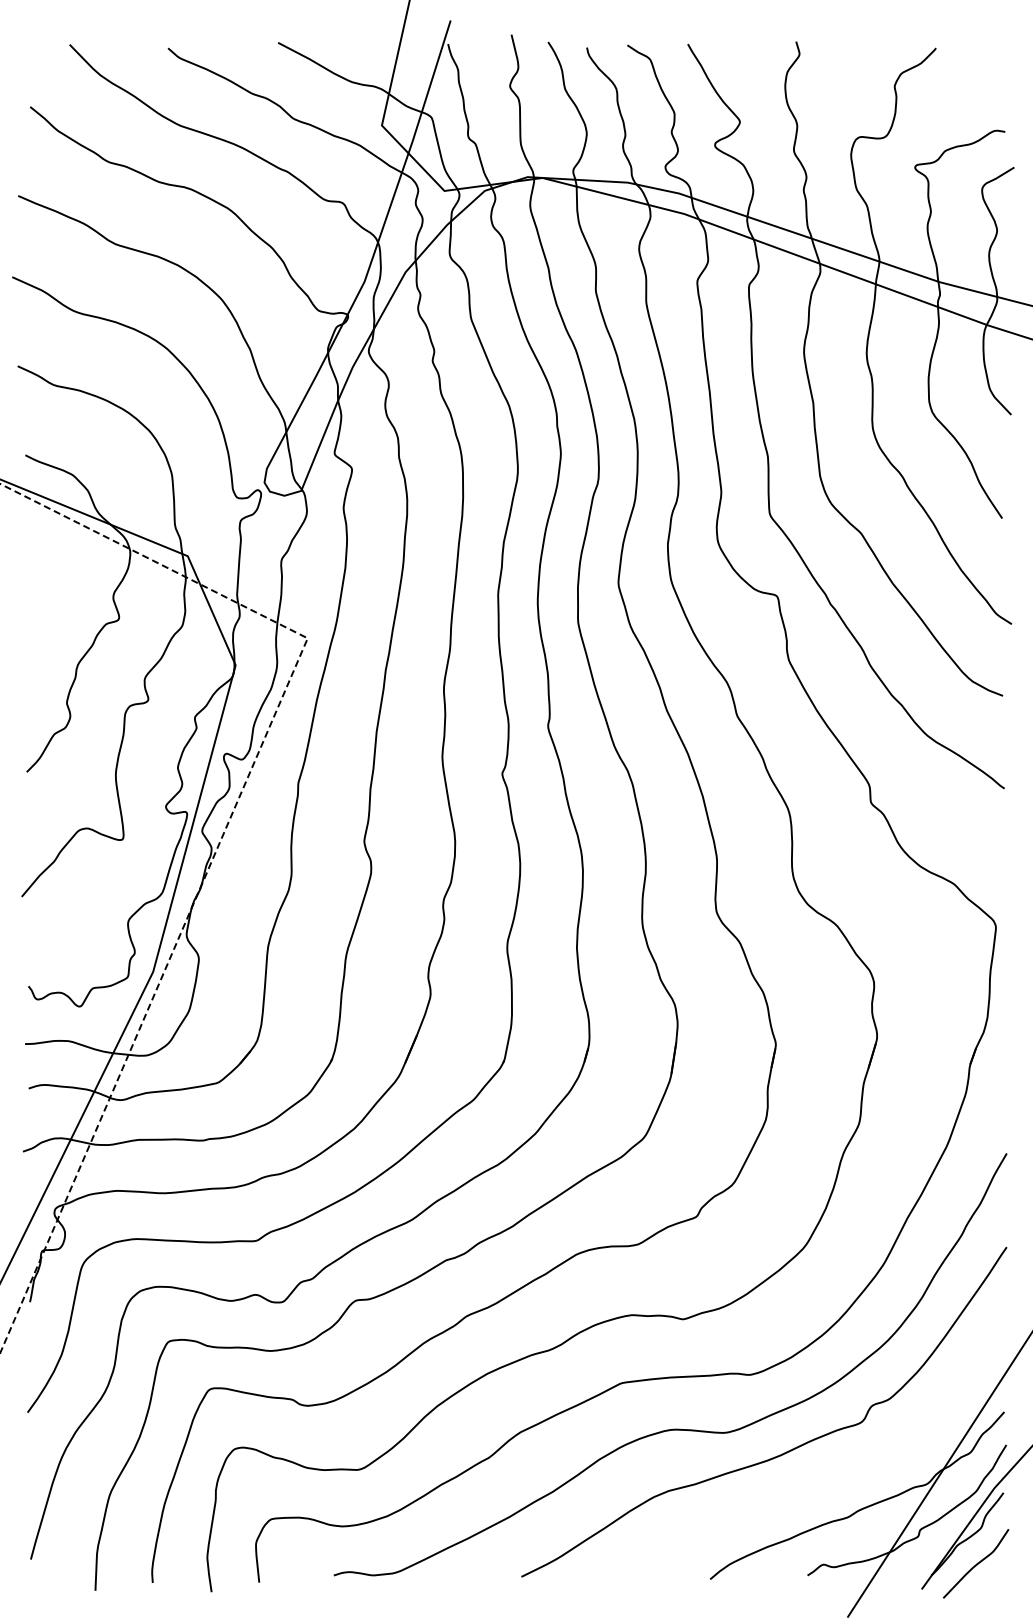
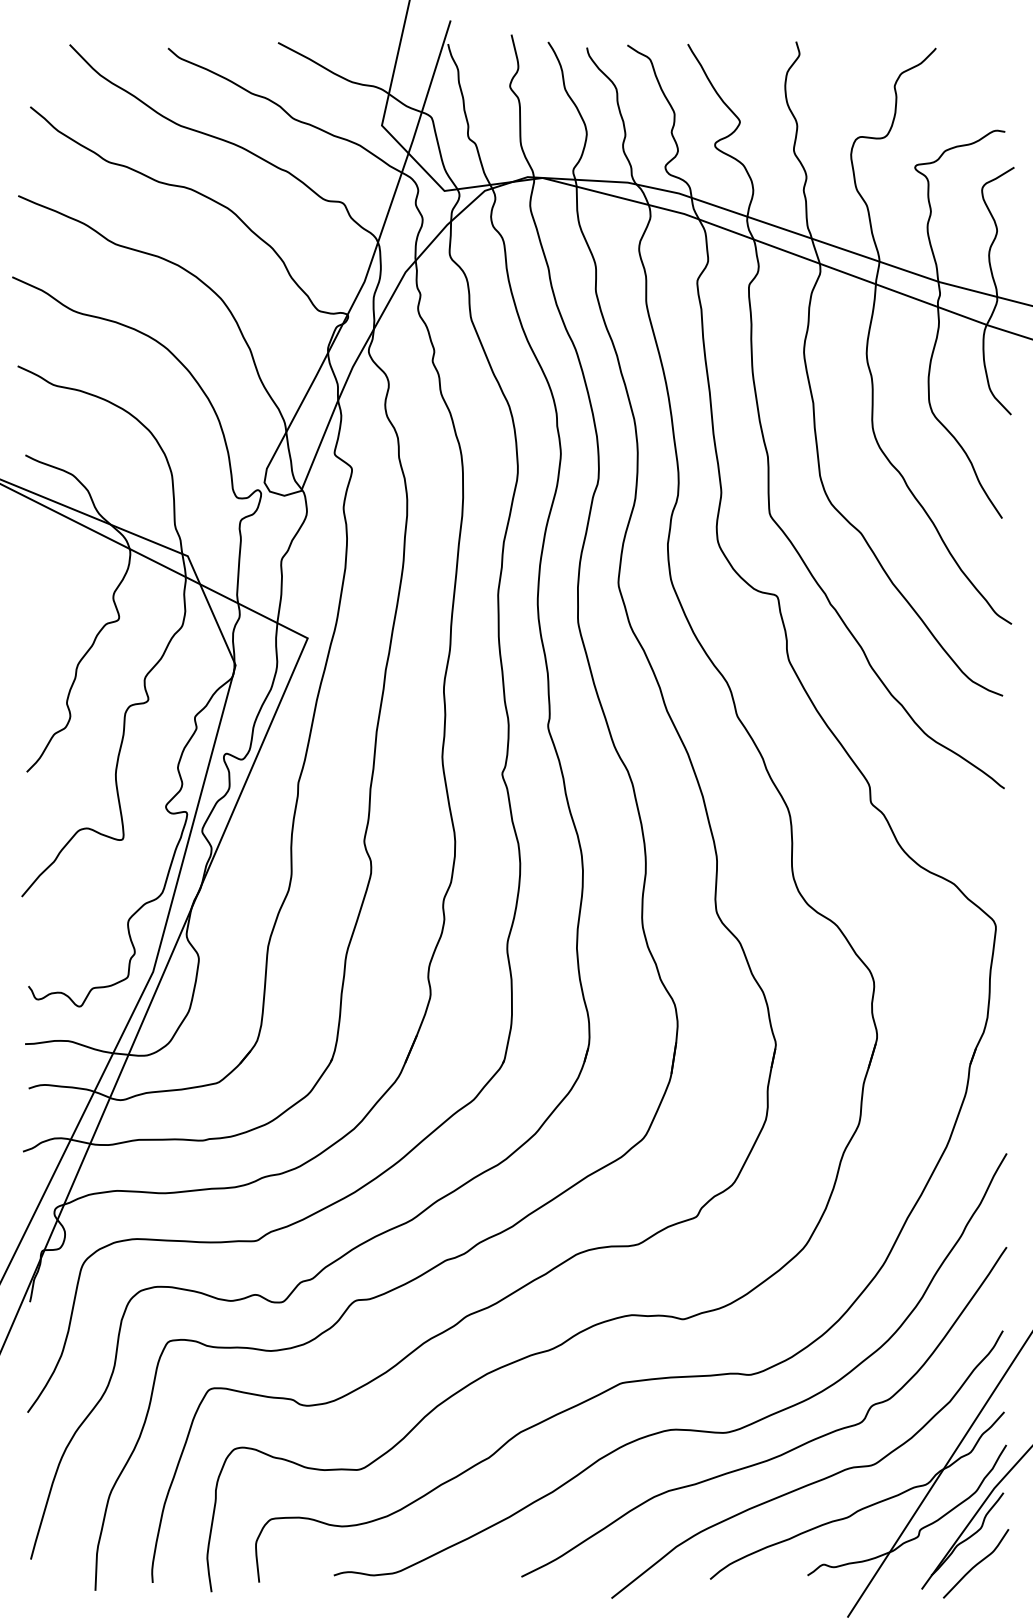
line at (222, 836): dashed -> solid
curve at (814, 1481): none -> present
